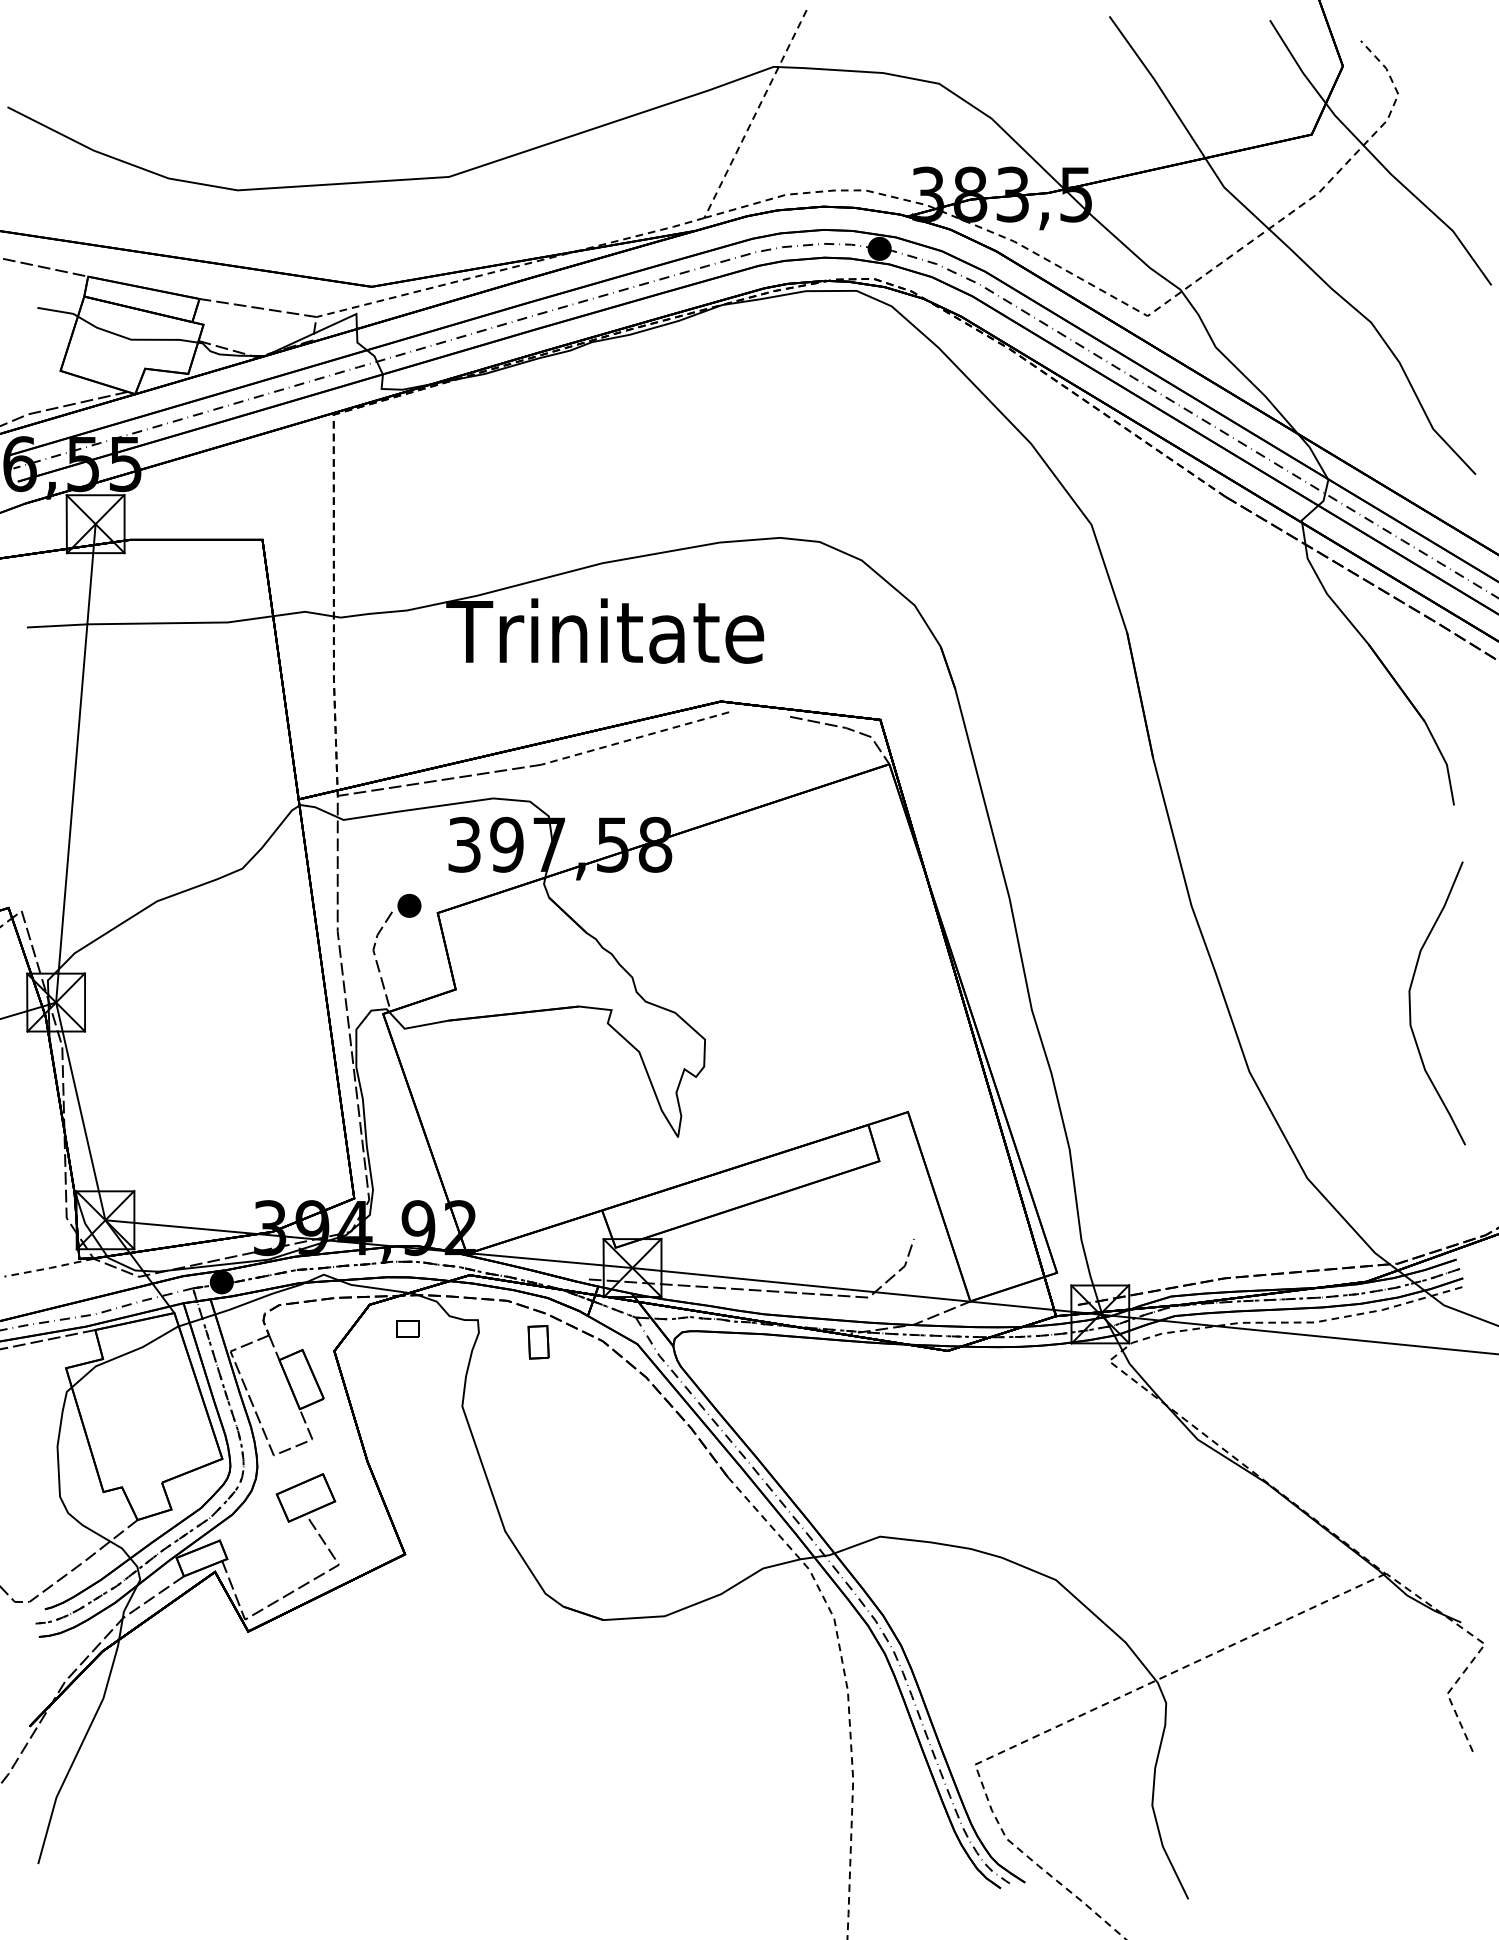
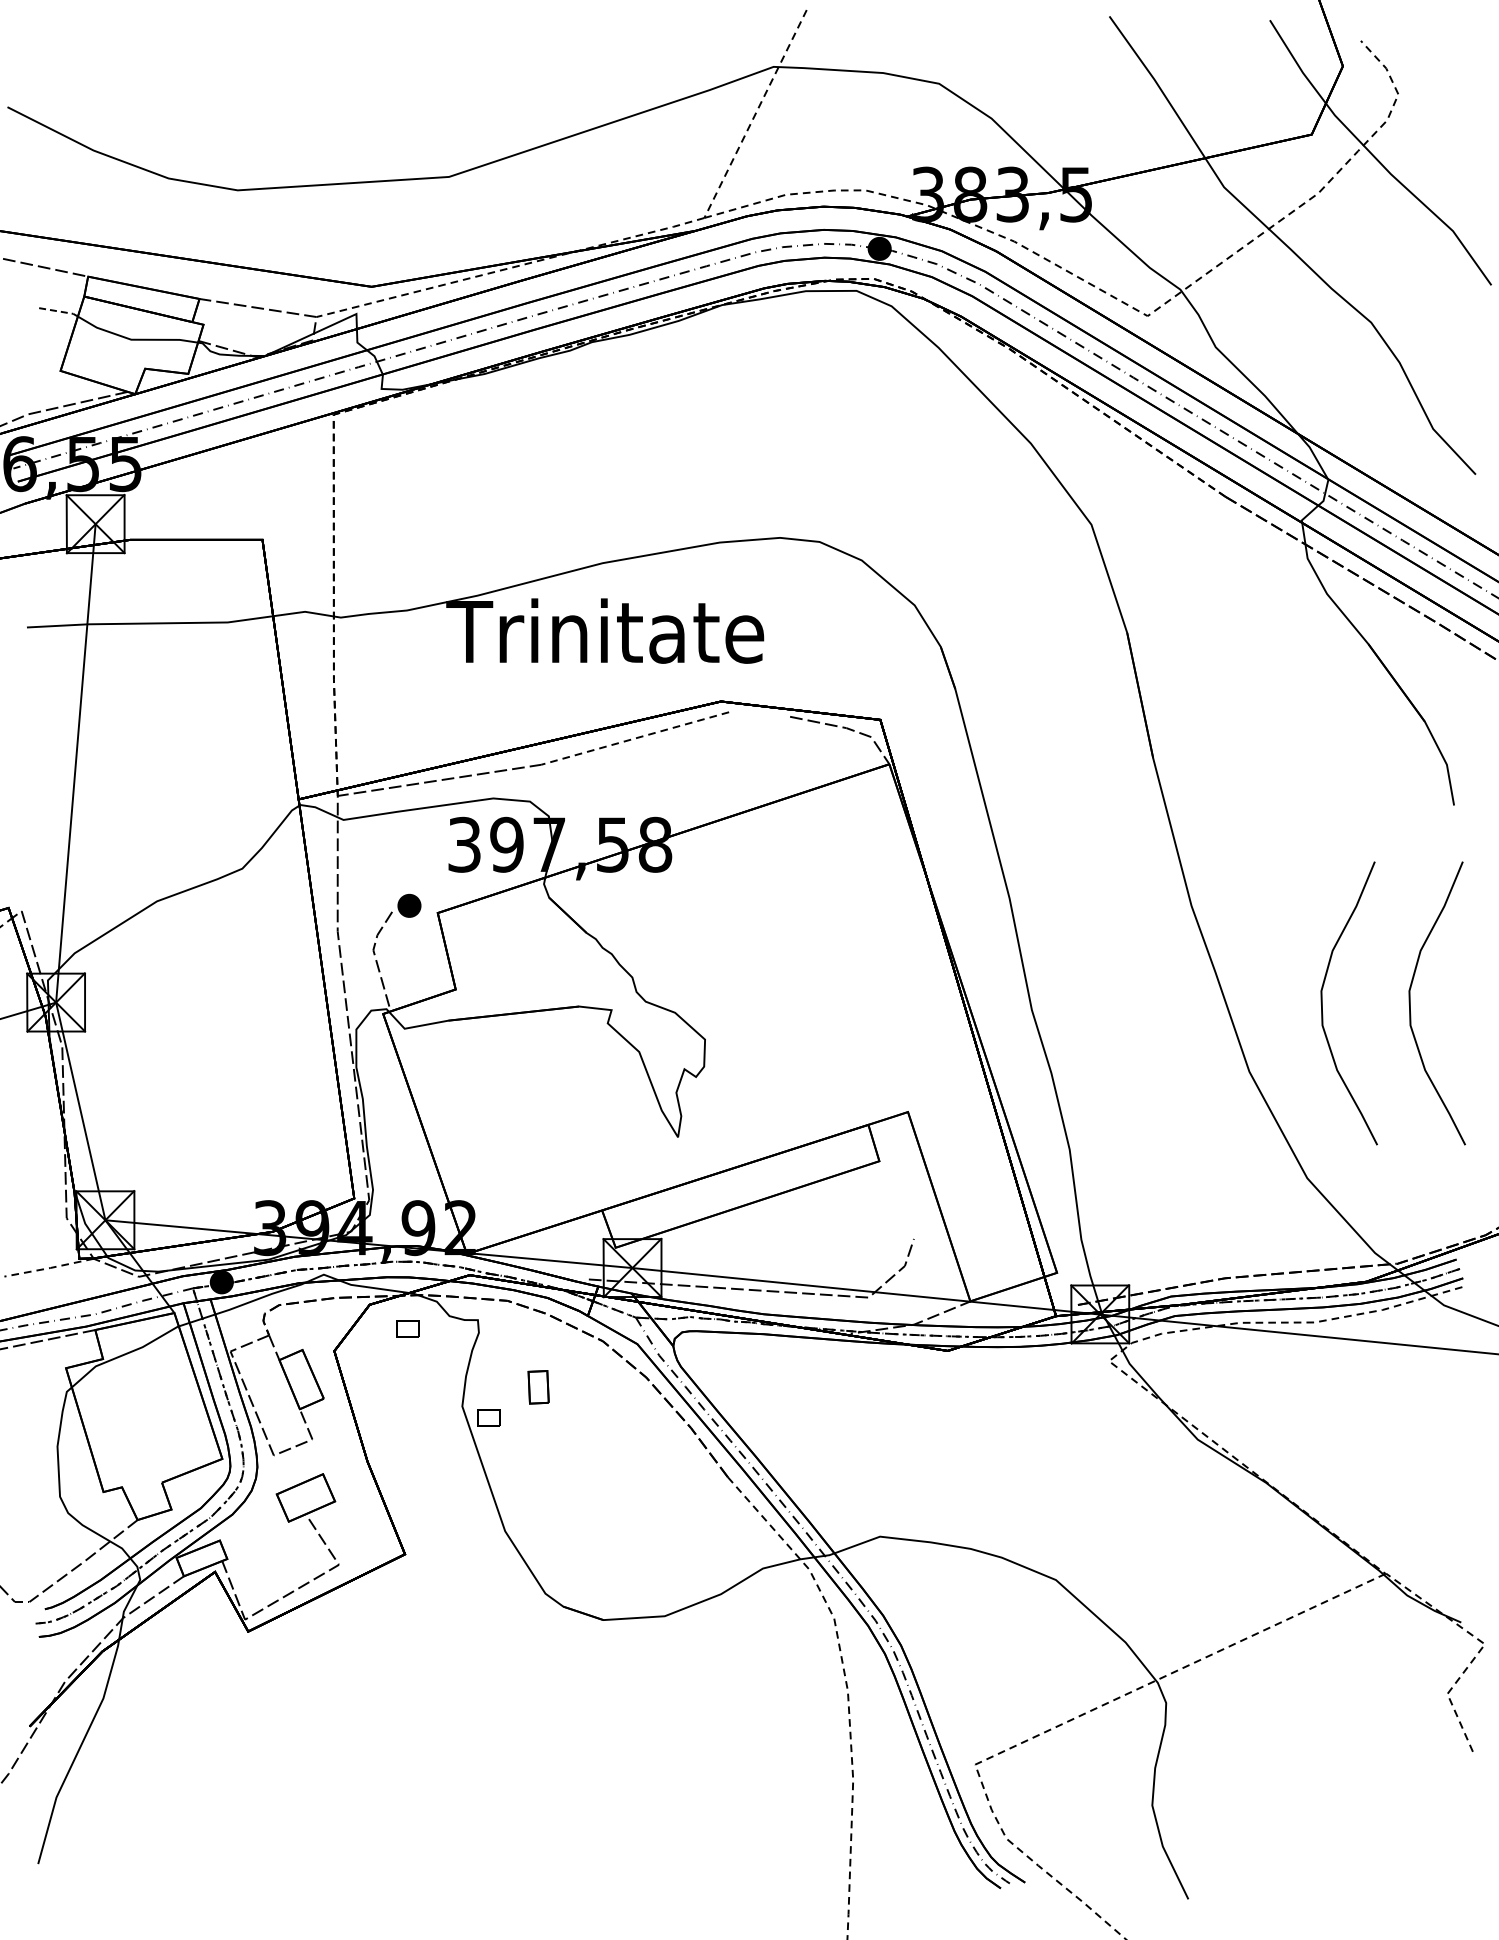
line at (58, 311): solid -> dashed
curve at (1322, 1003): none -> present
part at (538, 1342) position: (538, 1342) -> (538, 1387)
part at (488, 1417): none -> present
